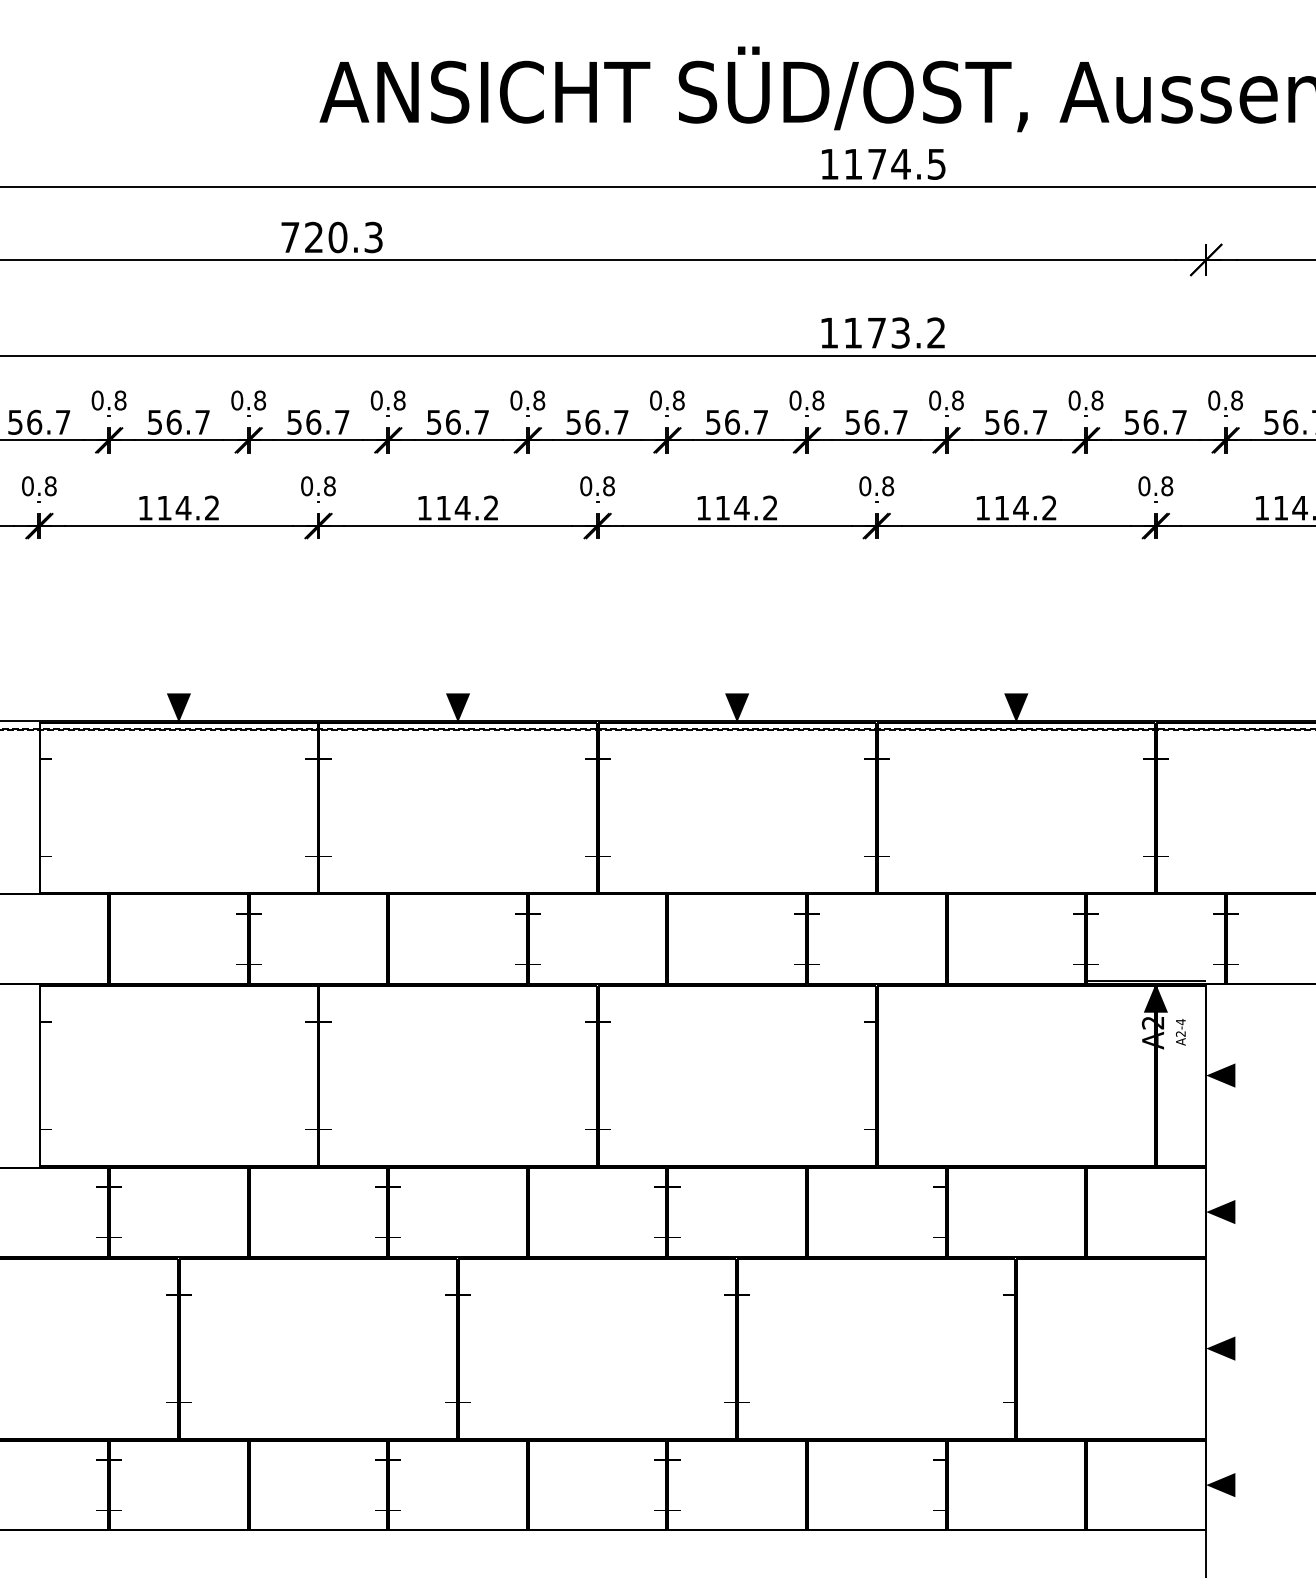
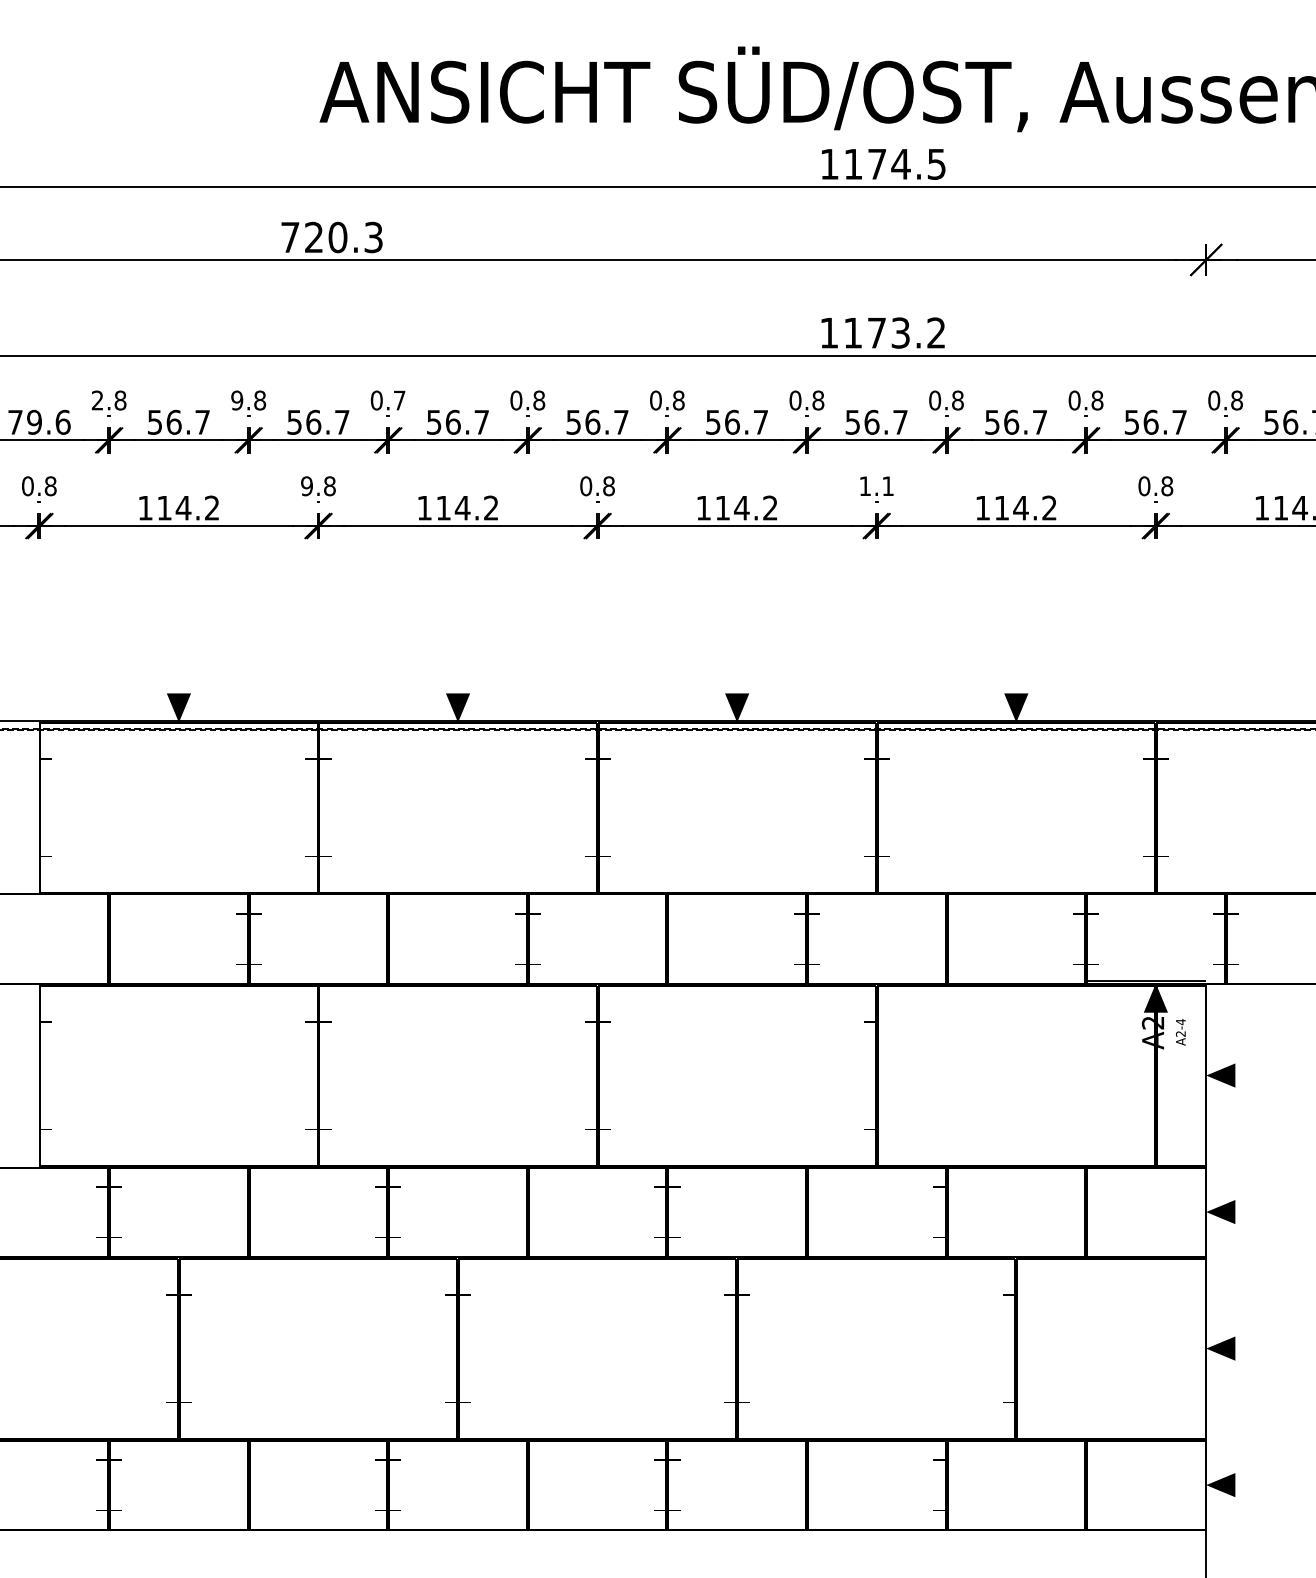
text at (97, 400): 0.8 -> 2.8
text at (237, 400): 0.8 -> 9.8
text at (399, 400): 0.8 -> 0.7
text at (39, 421): 56.7 -> 79.6
text at (306, 486): 0.8 -> 9.8
text at (876, 486): 0.8 -> 1.1
